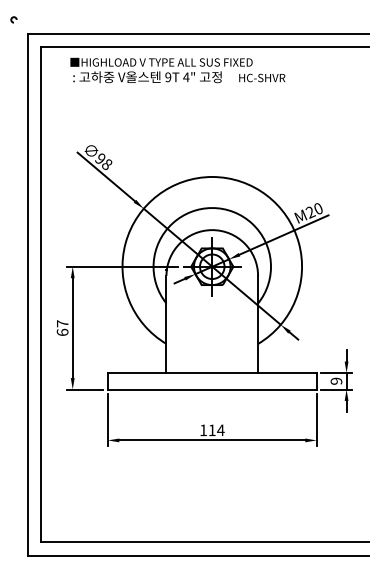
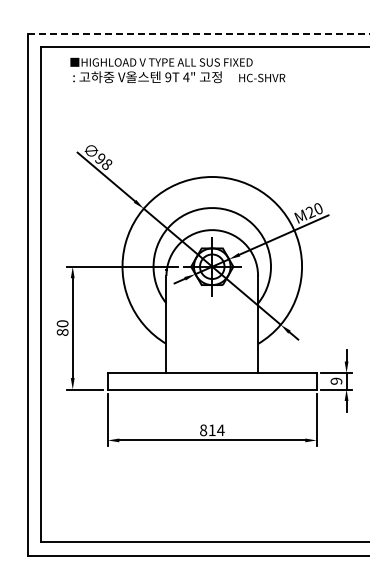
arc at (13, 18): present -> none
line at (198, 33): solid -> dashed
text at (62, 327): 67 -> 80
text at (203, 430): 114 -> 814
